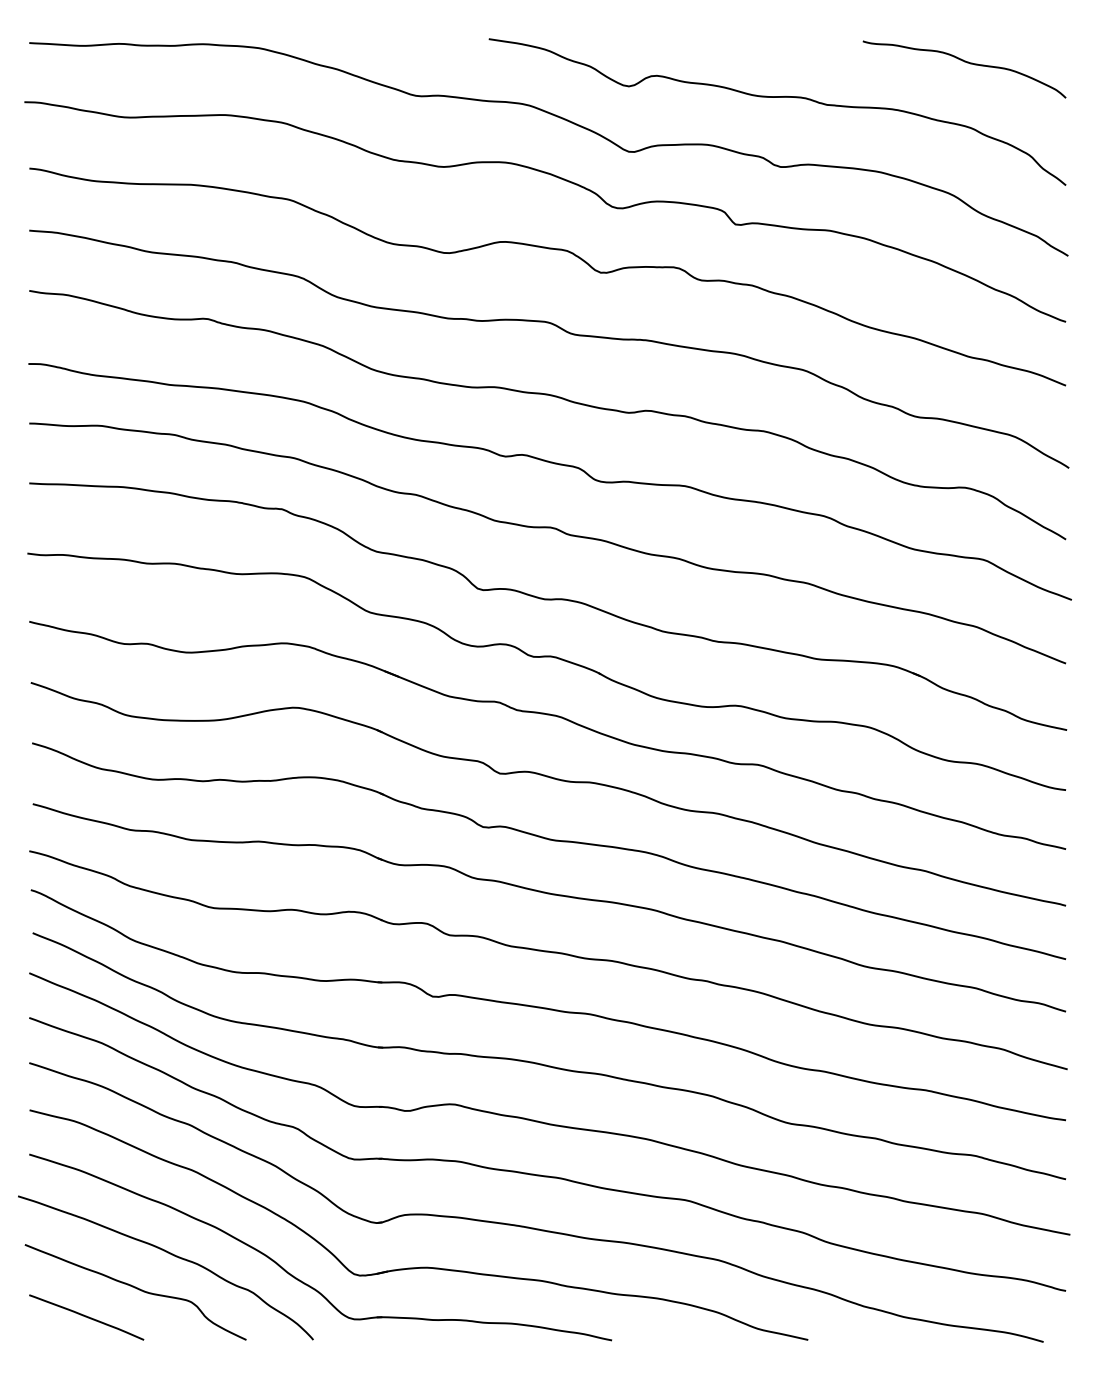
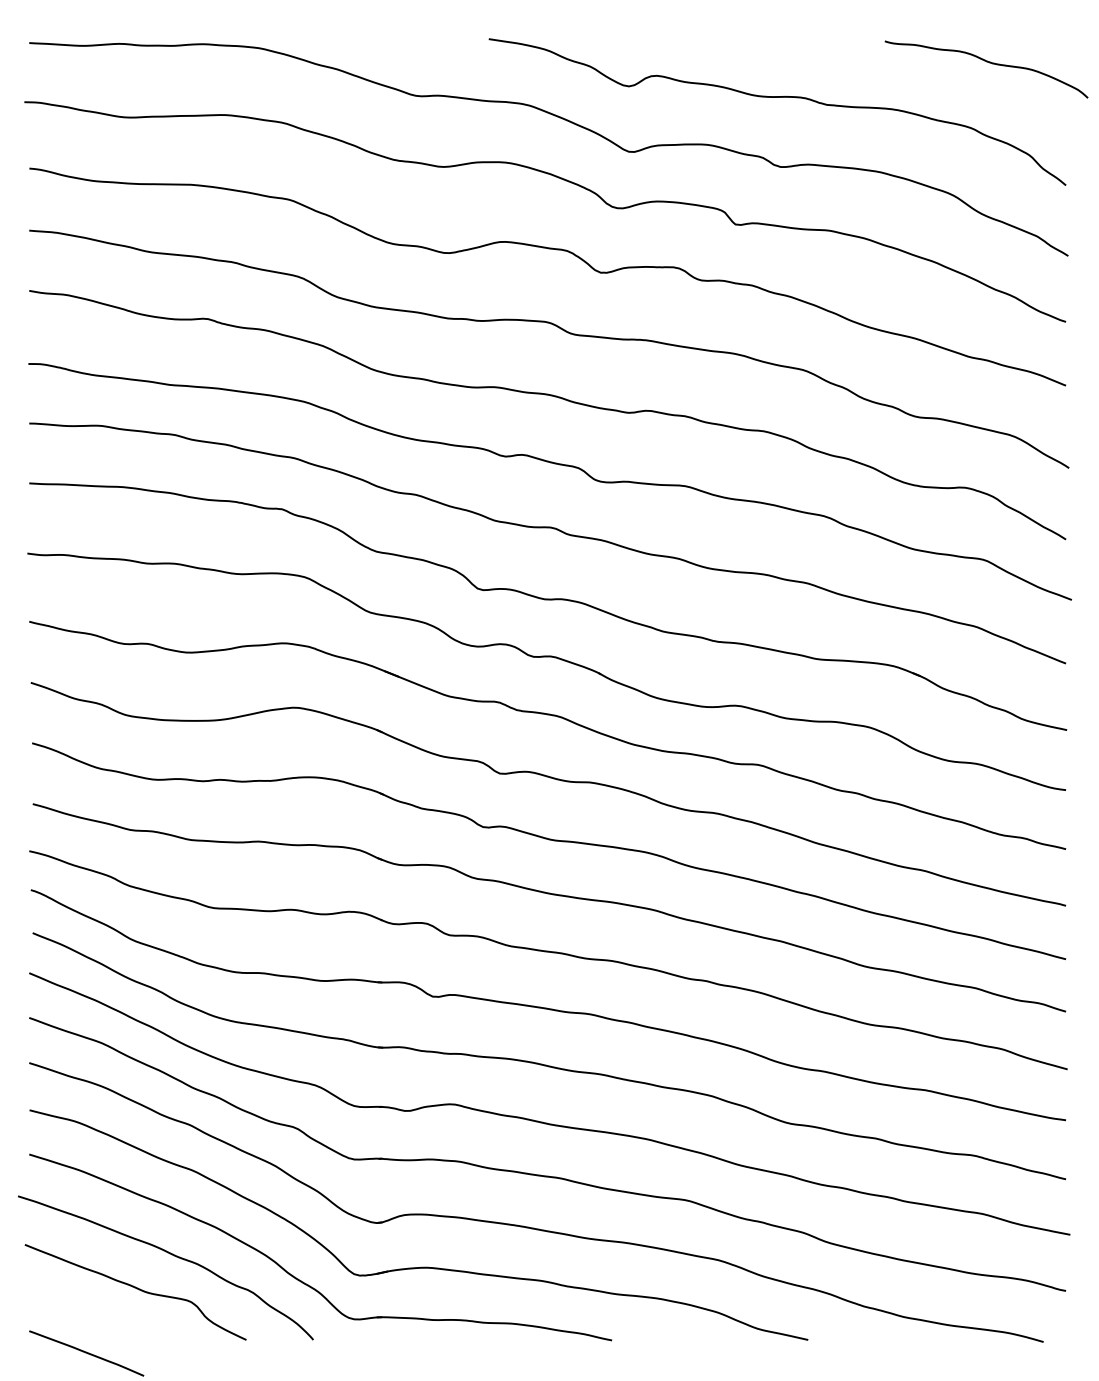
curve at (967, 63) position: (967, 63) -> (989, 63)
line at (86, 1317) position: (86, 1317) -> (86, 1353)
